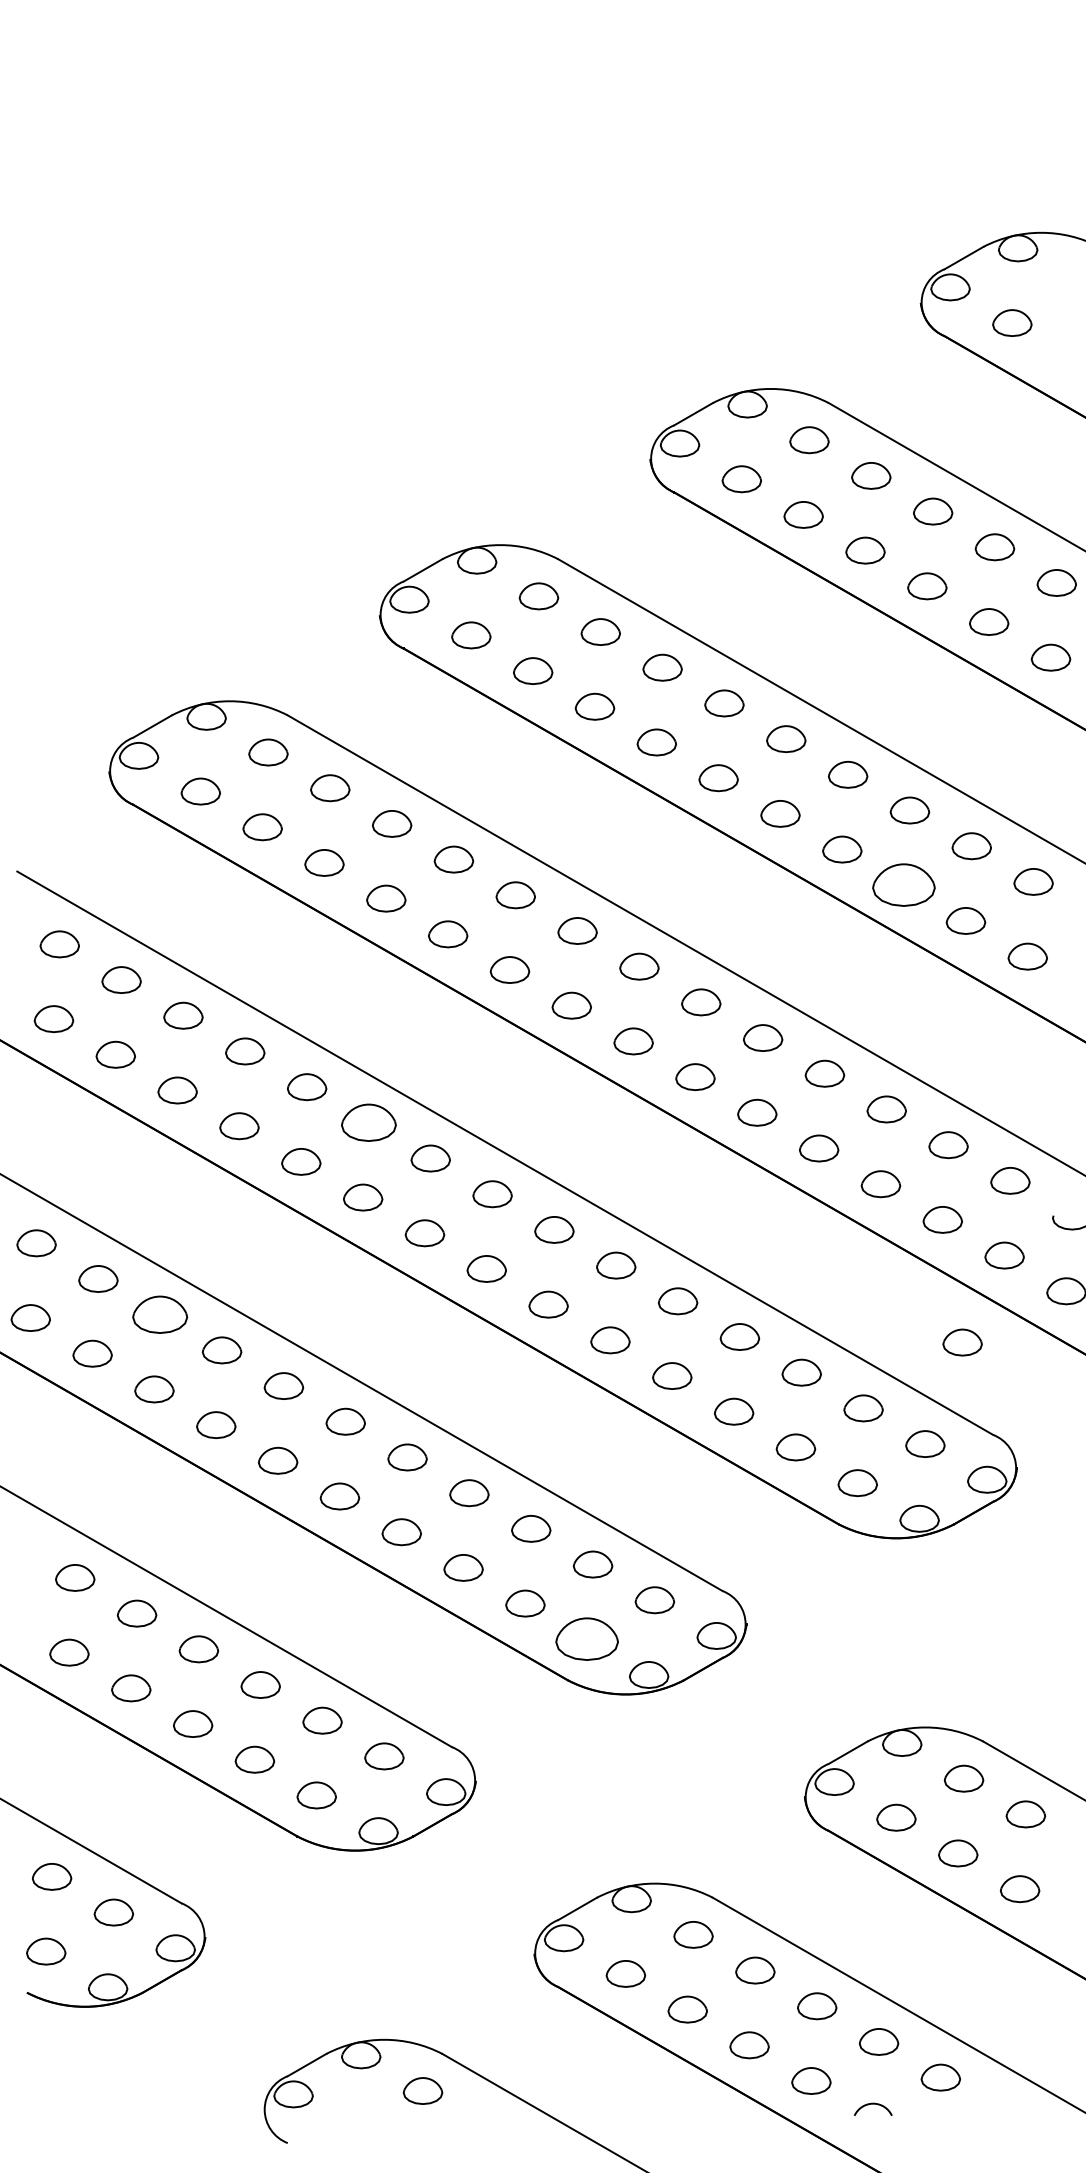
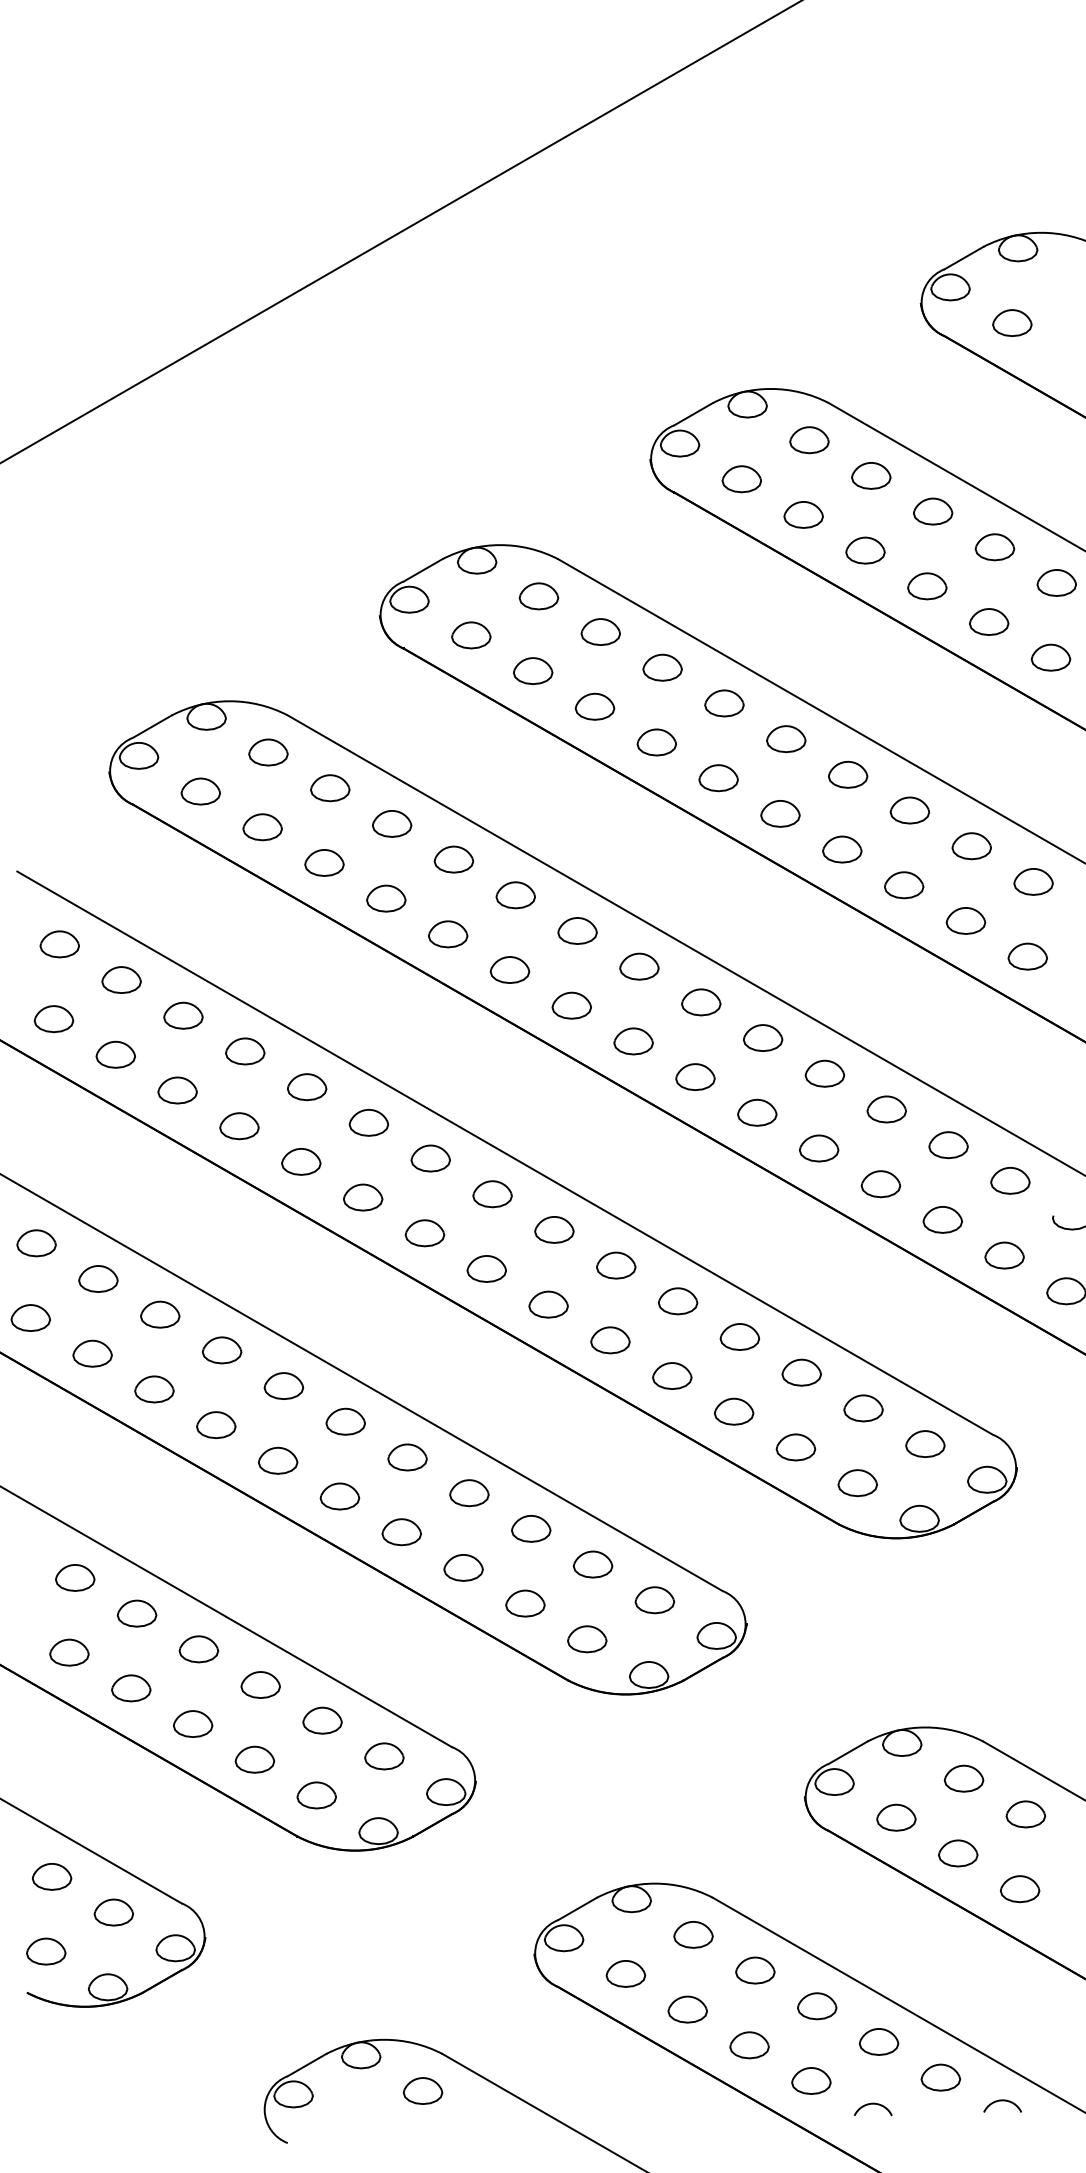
line at (400, 231): none -> present
part at (903, 884) size: 64x44 px -> 41x29 px
part at (368, 1122) size: 56x39 px -> 42x28 px
part at (160, 1314) size: 57x39 px -> 41x29 px
part at (962, 1342): present -> none
part at (586, 1638) size: 64x44 px -> 41x29 px
arc at (1002, 2101): none -> present
